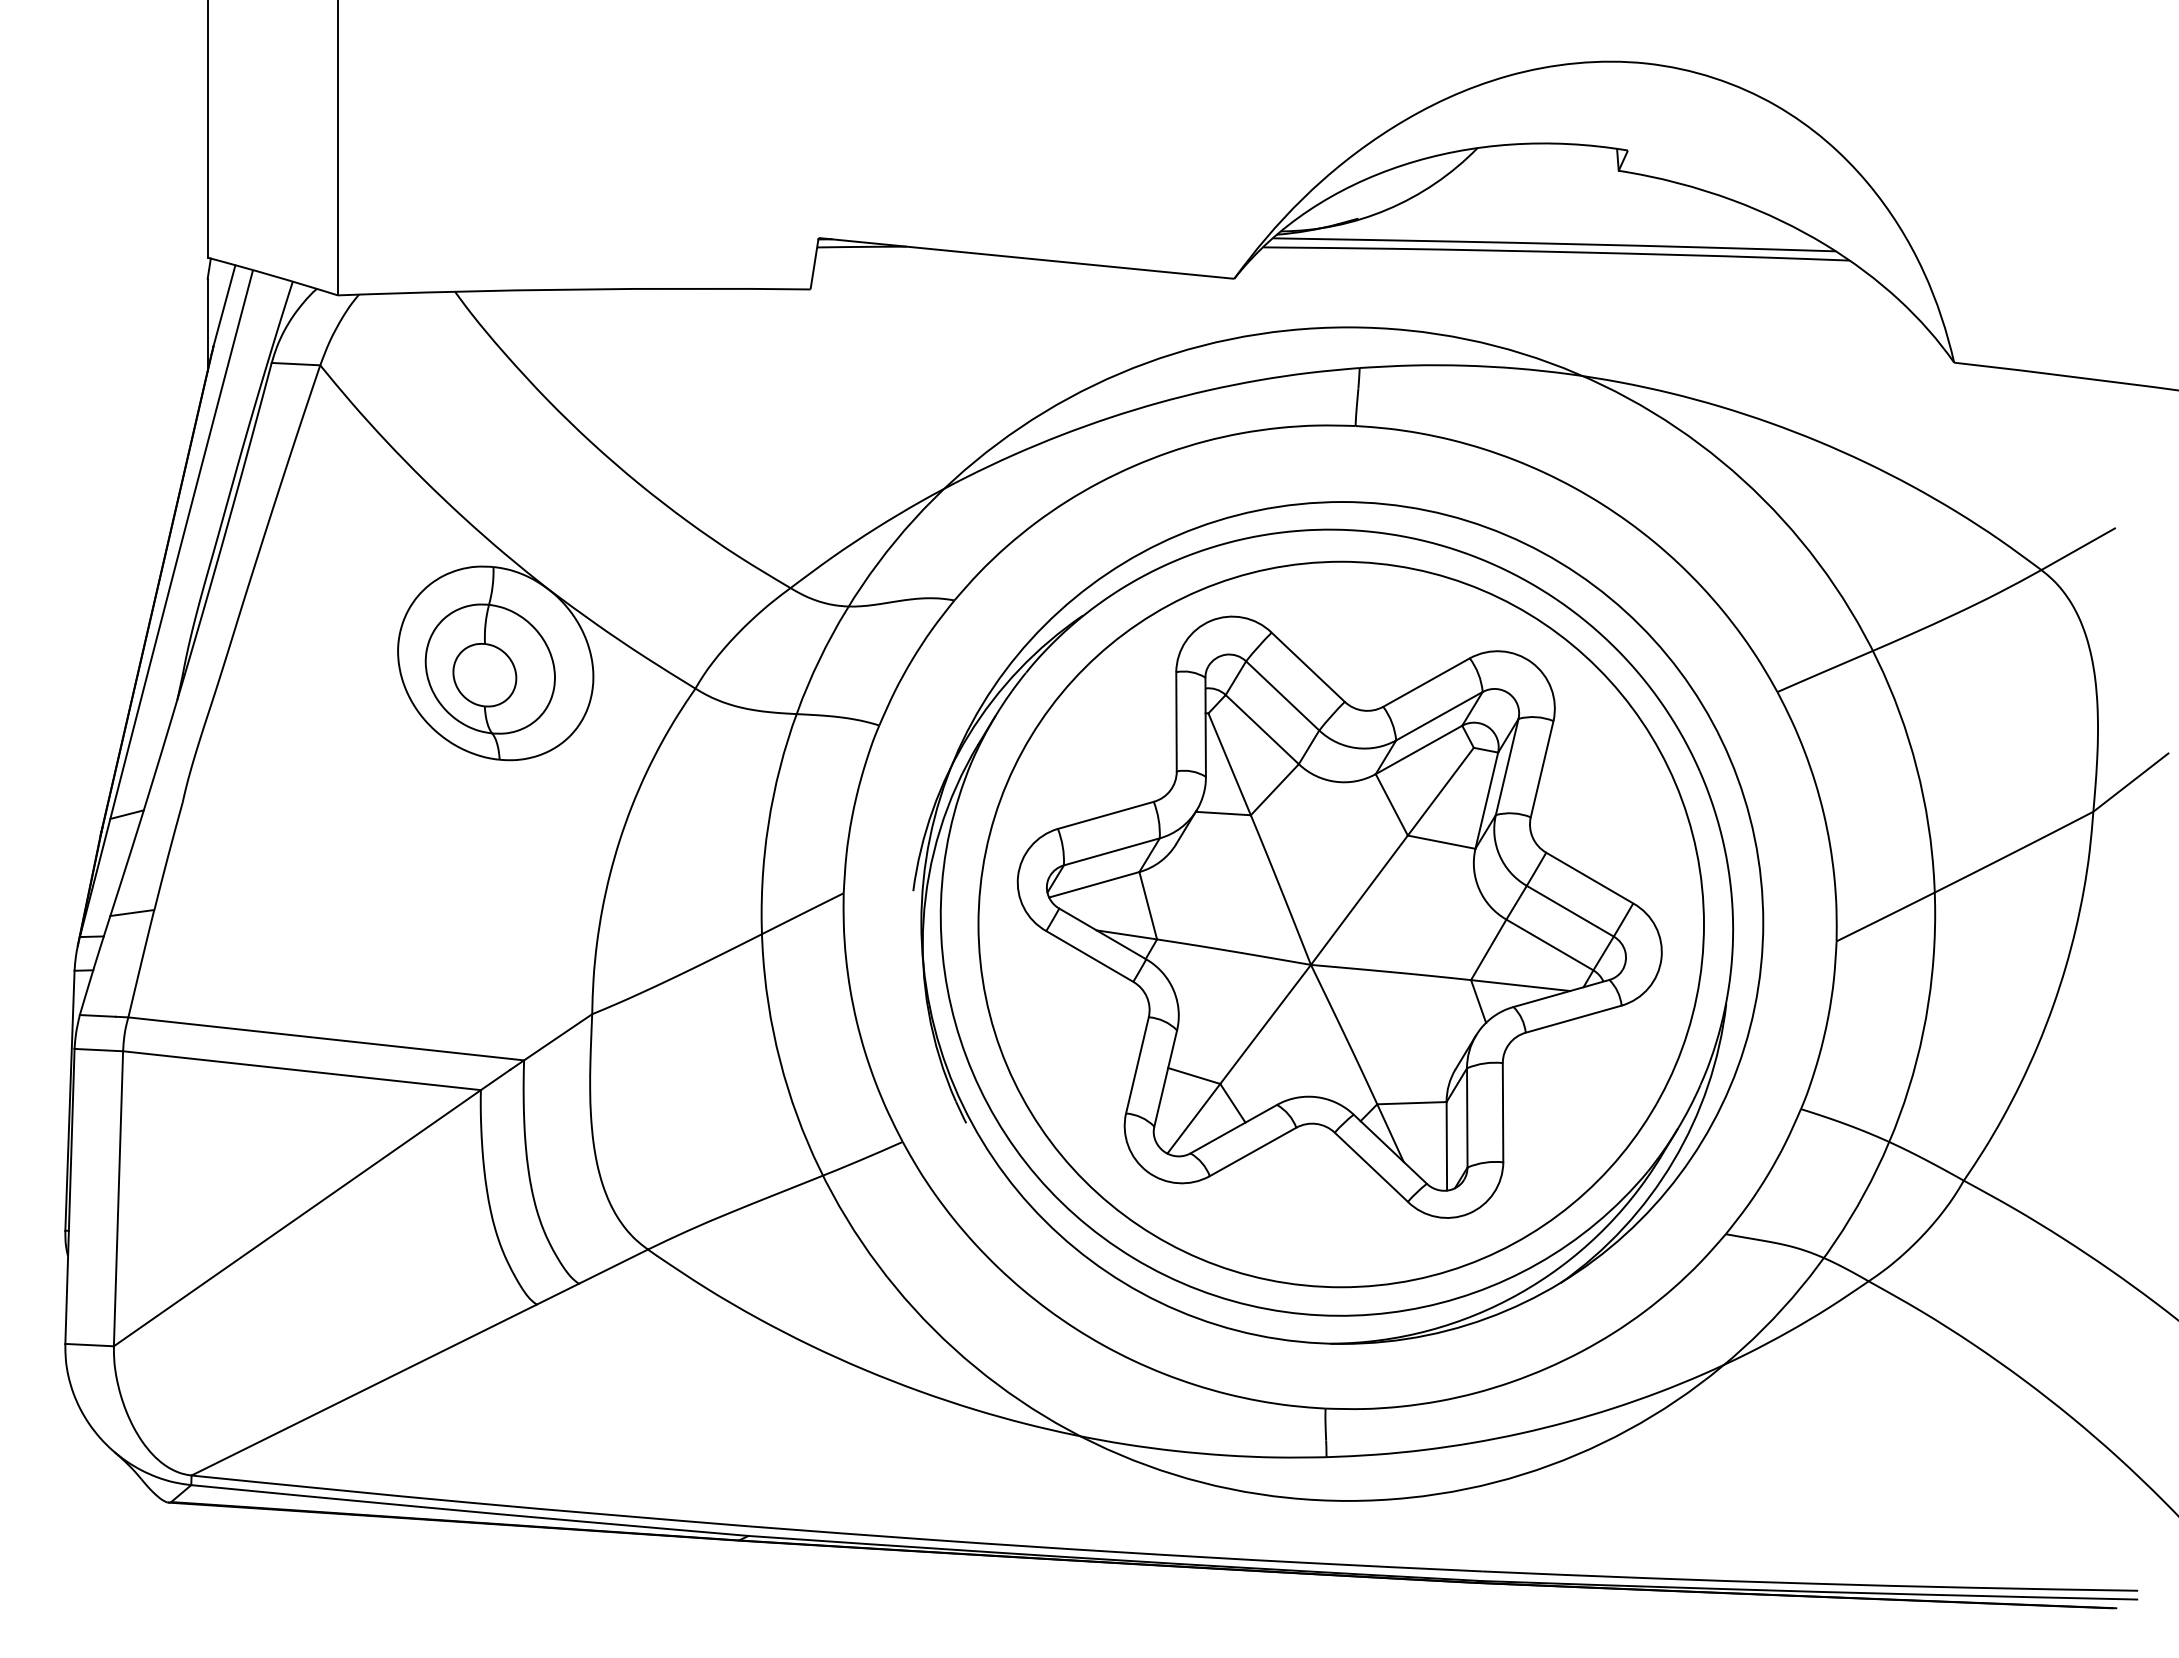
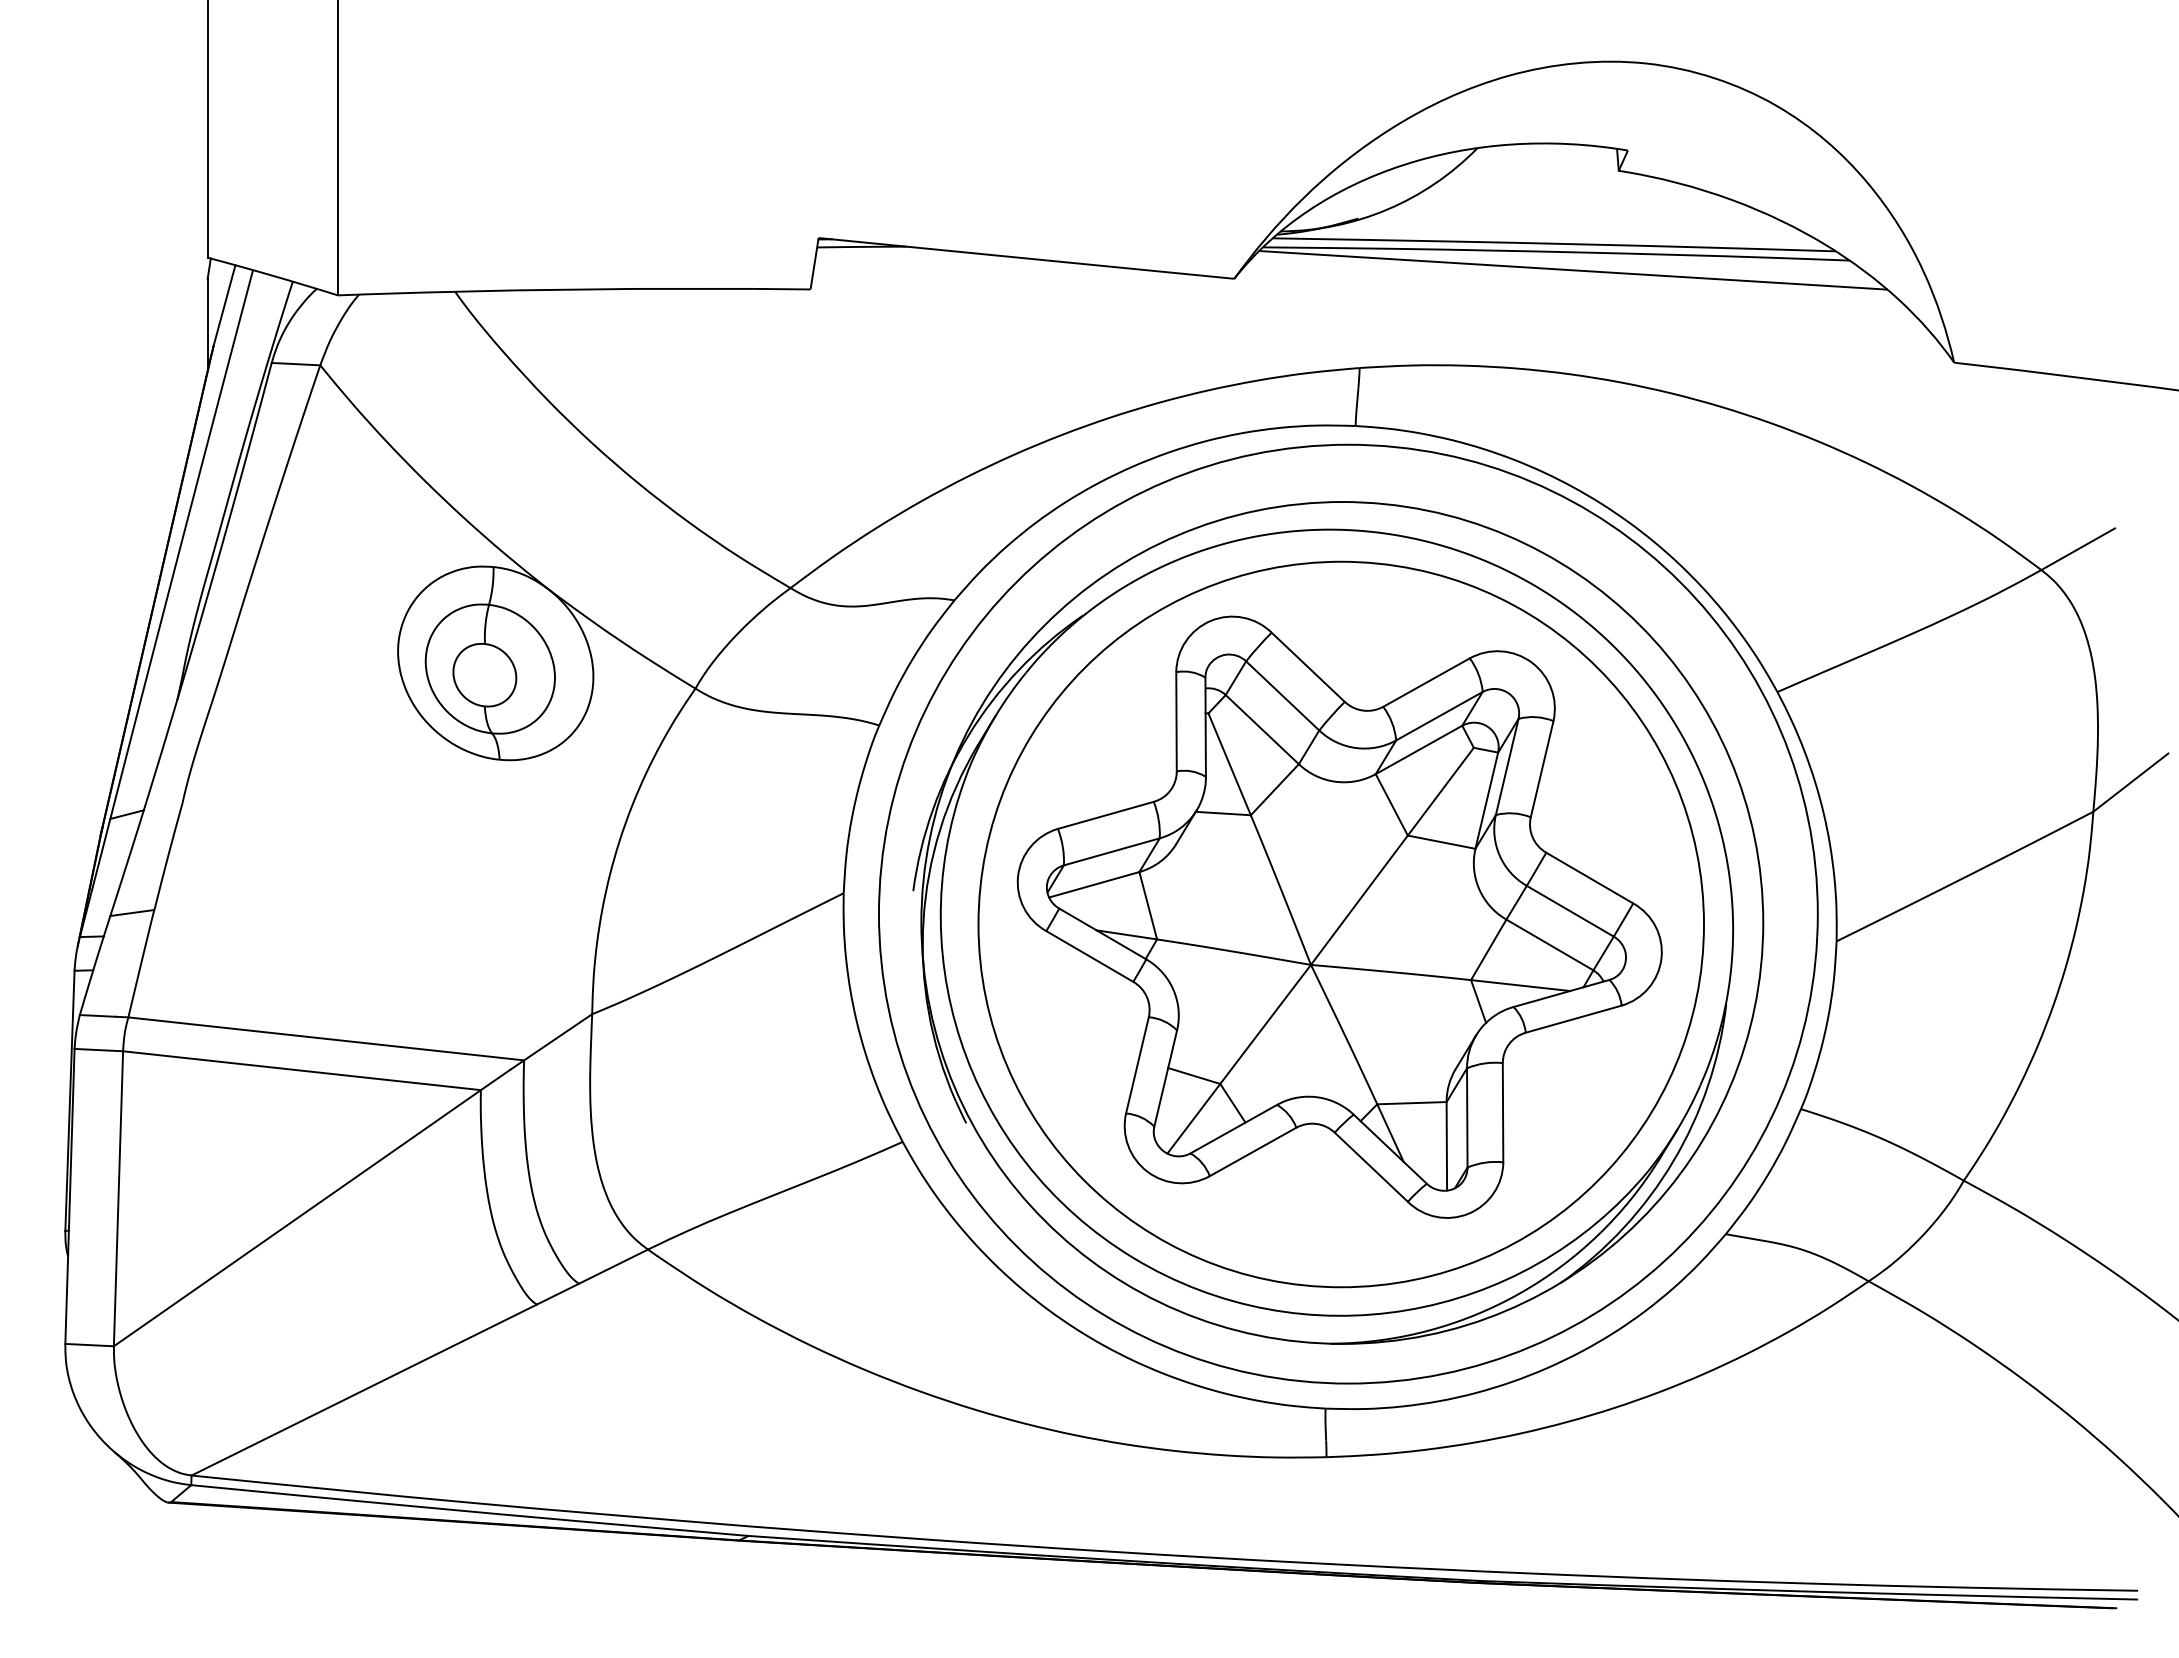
line at (1573, 270): none -> present
circle at (1348, 913) diameter: 1174 px -> 939 px
